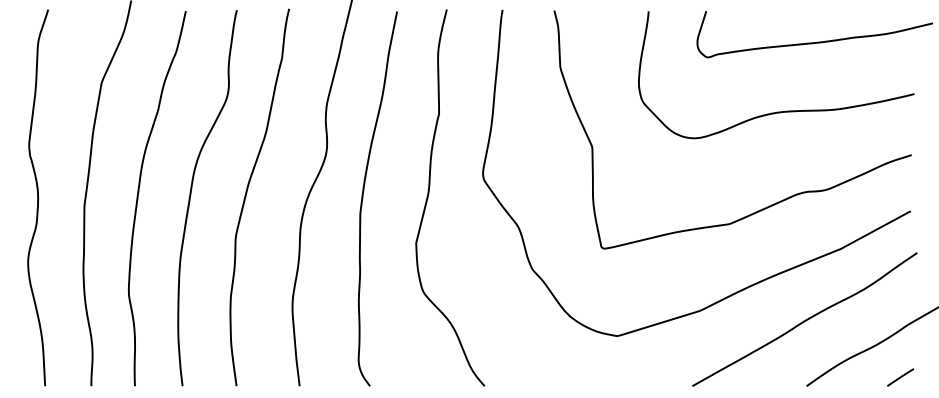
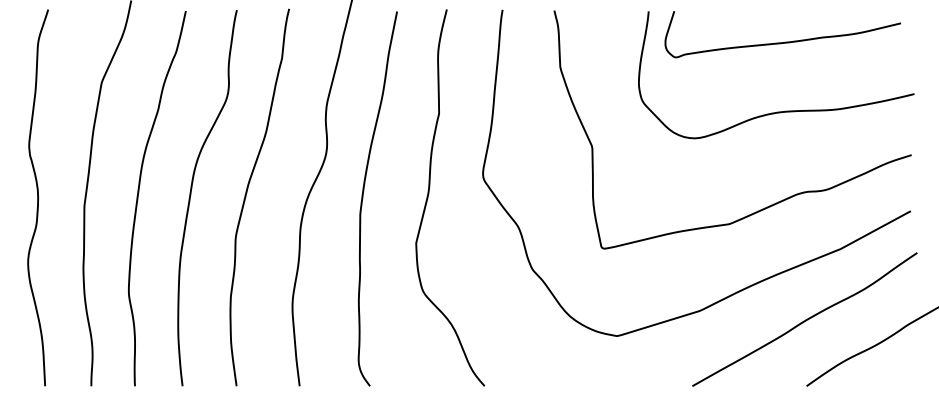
curve at (816, 41) position: (816, 41) -> (784, 41)
line at (900, 377): present -> none
